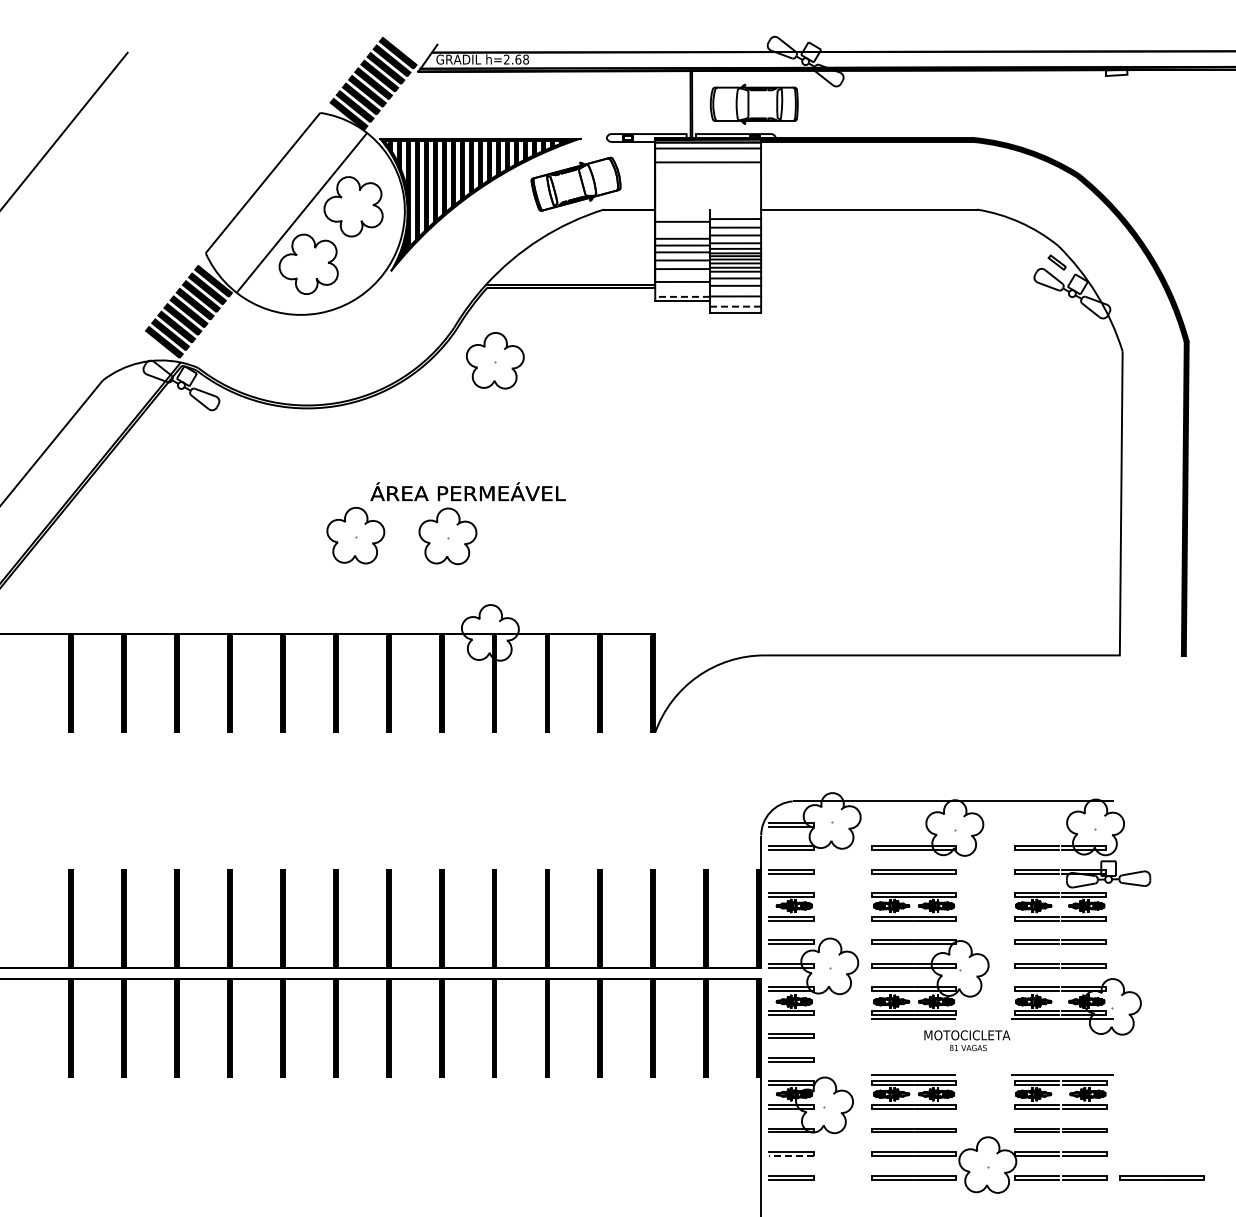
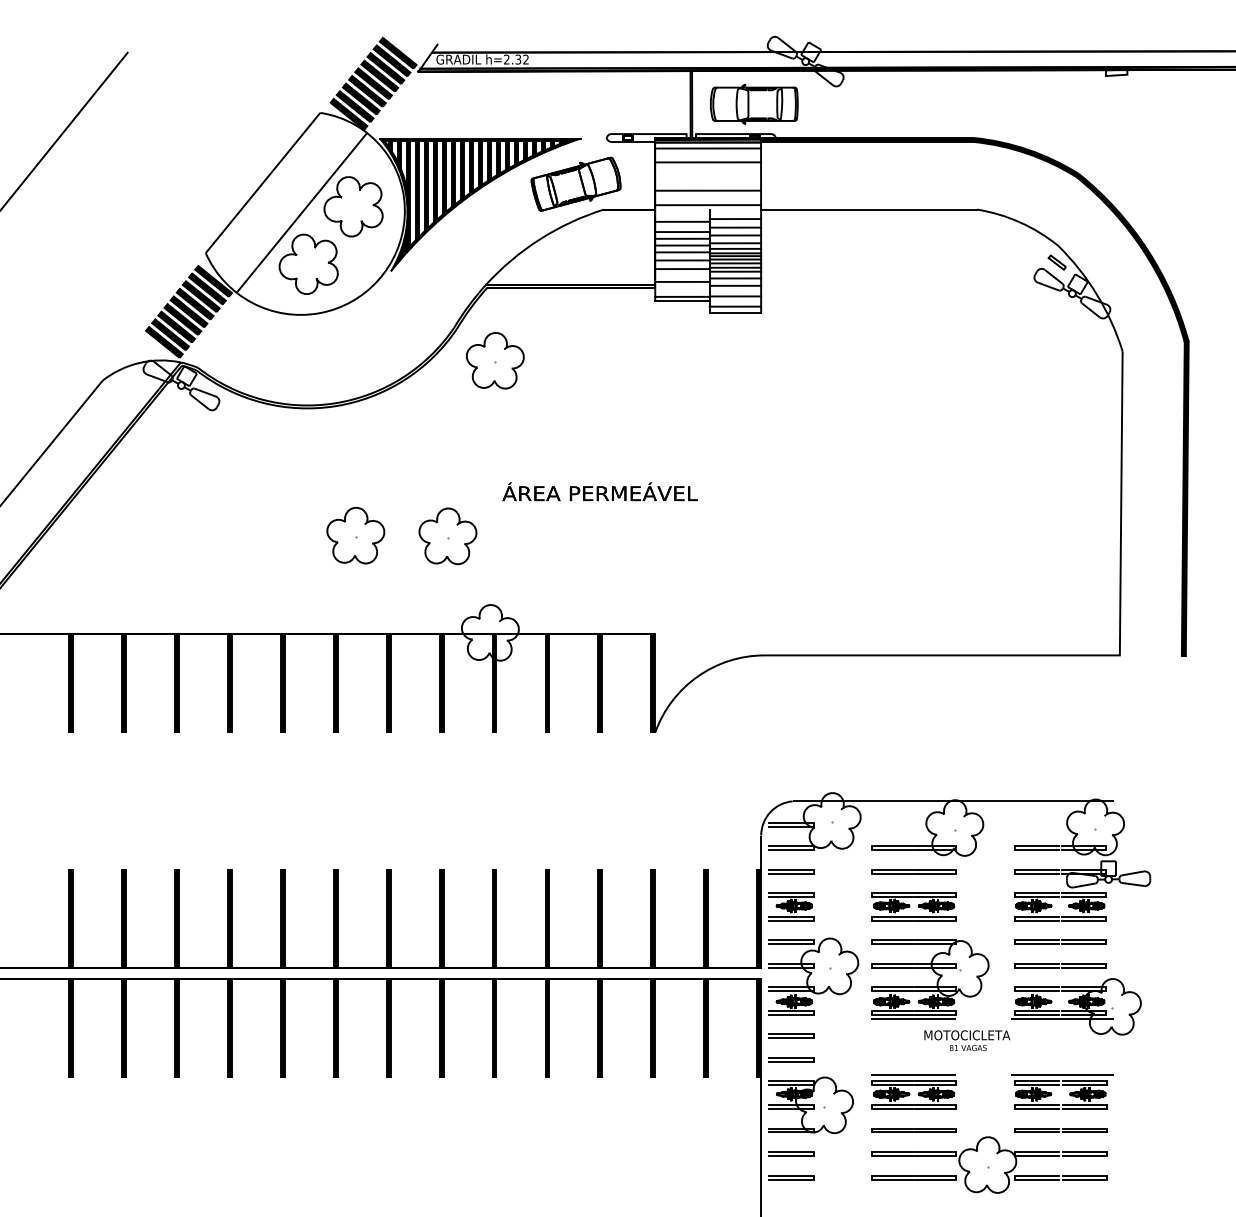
text at (521, 59): h=2.68 -> h=2.32
line at (708, 190): none -> present
line at (708, 205): none -> present
line at (682, 232): none -> present
line at (682, 296): dashed -> solid
line at (735, 306): dashed -> solid
text at (467, 491) position: (467, 491) -> (599, 491)
line at (791, 1156): dashed -> solid
part at (1161, 1177): present -> none
